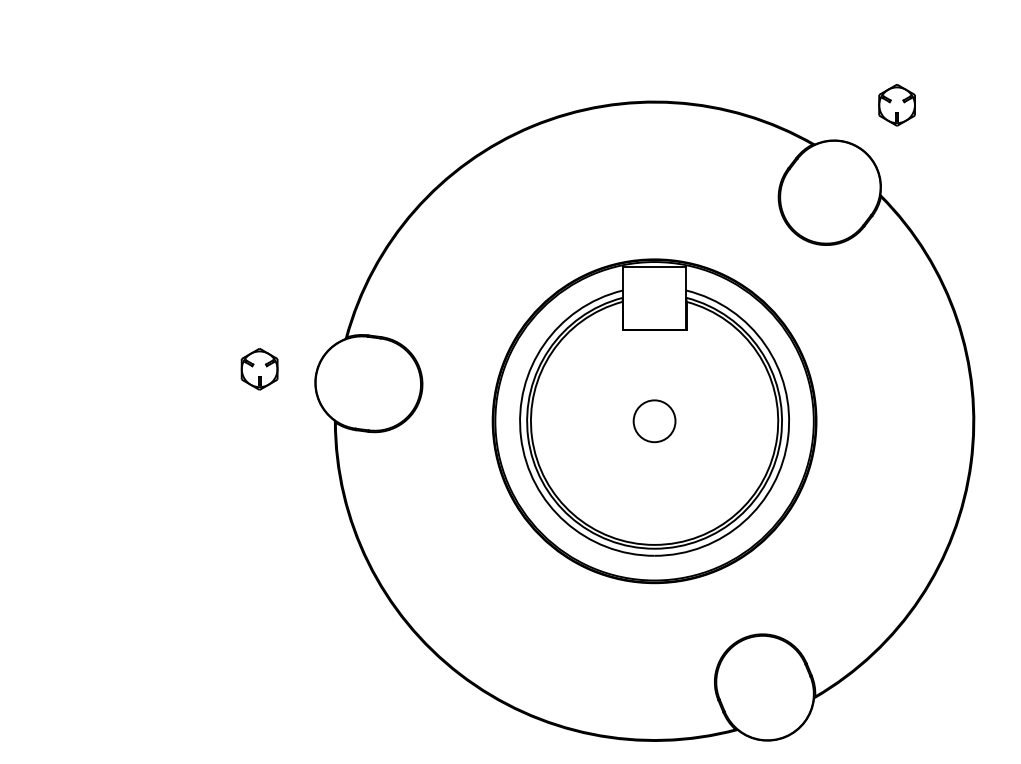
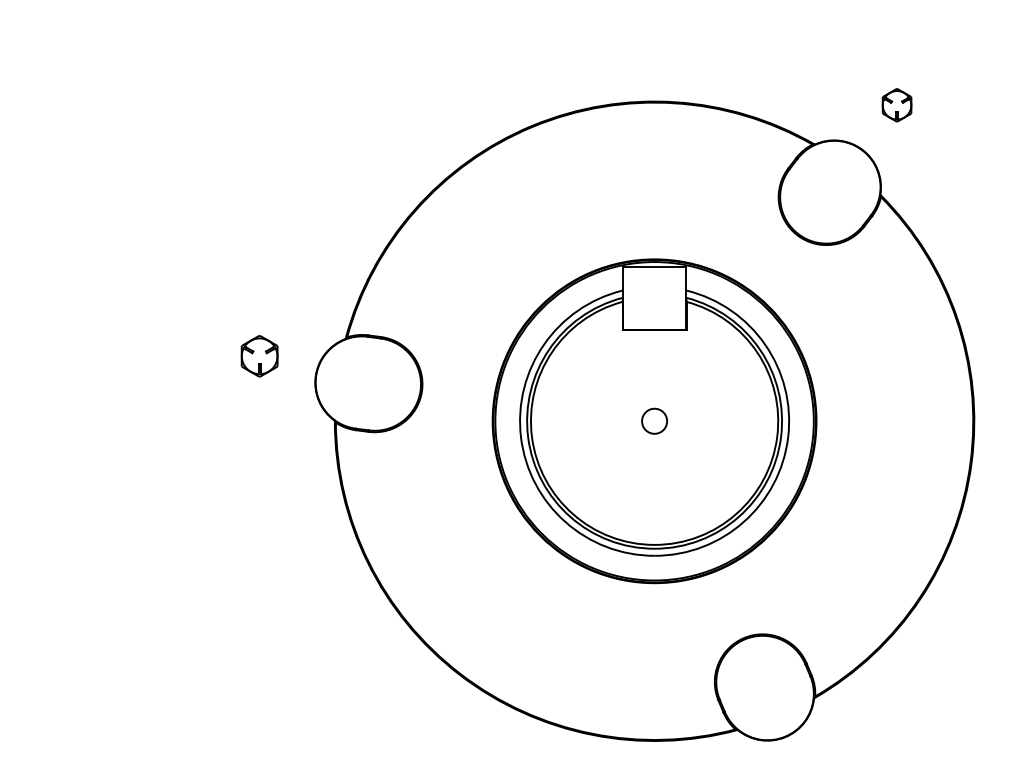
part at (896, 105) size: 38x43 px -> 32x35 px
part at (259, 369) position: (259, 369) -> (259, 356)
circle at (654, 421) diameter: 42 px -> 25 px
